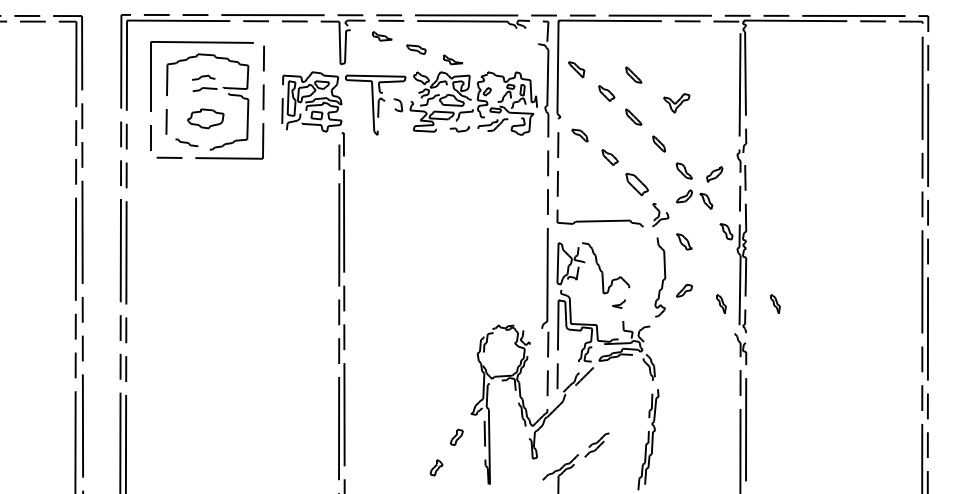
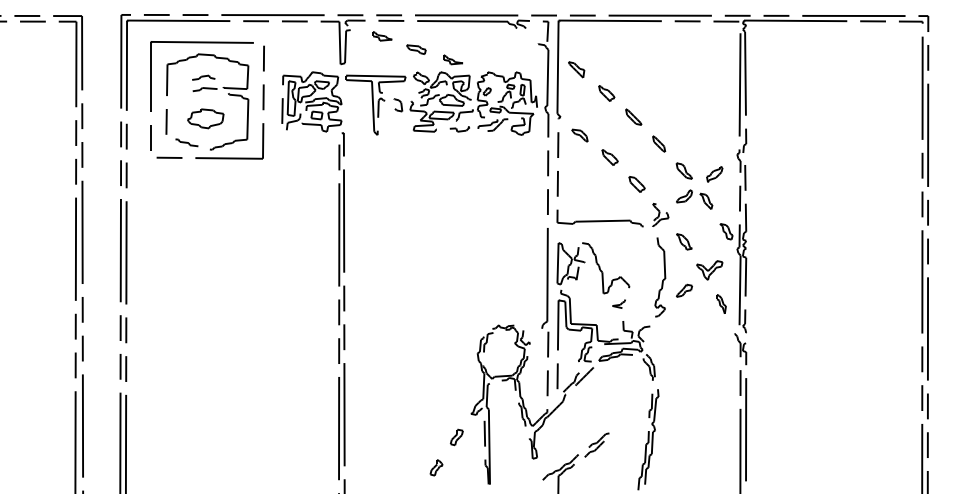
part at (633, 74): present -> none
part at (676, 103) position: (676, 103) -> (709, 270)
part at (636, 184) size: 24x25 px -> 18x17 px
part at (775, 303): present -> none
